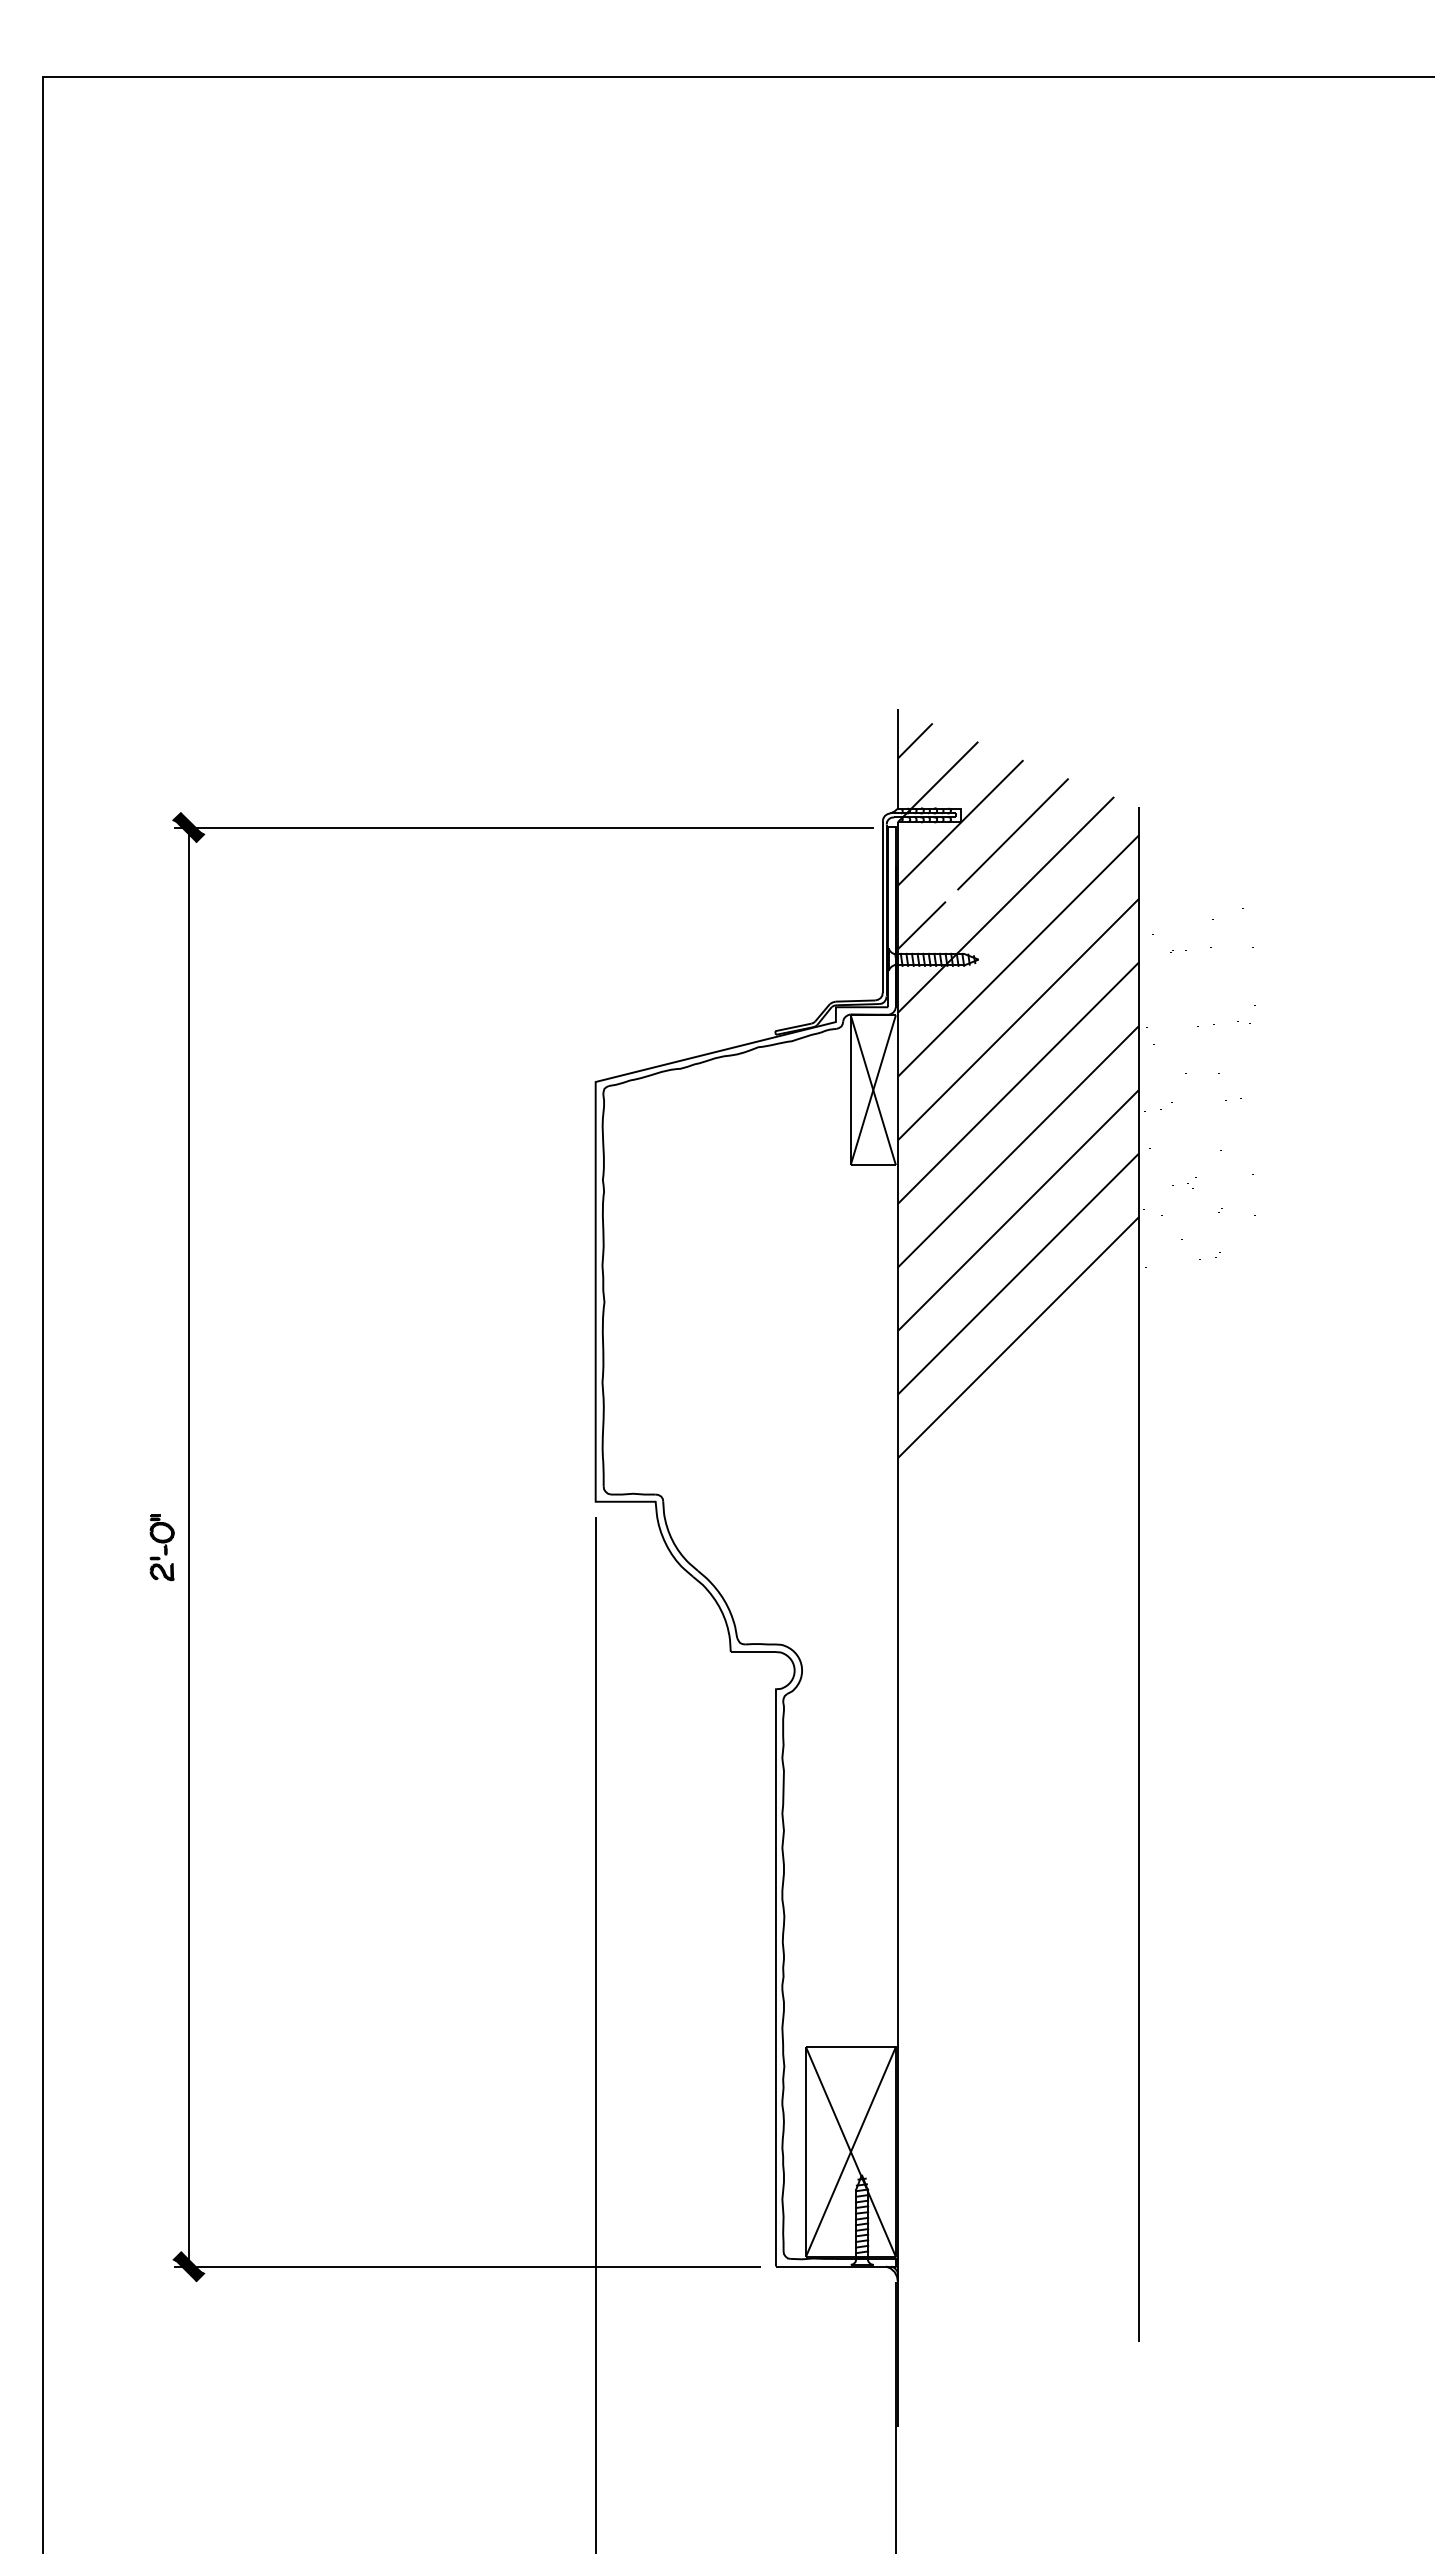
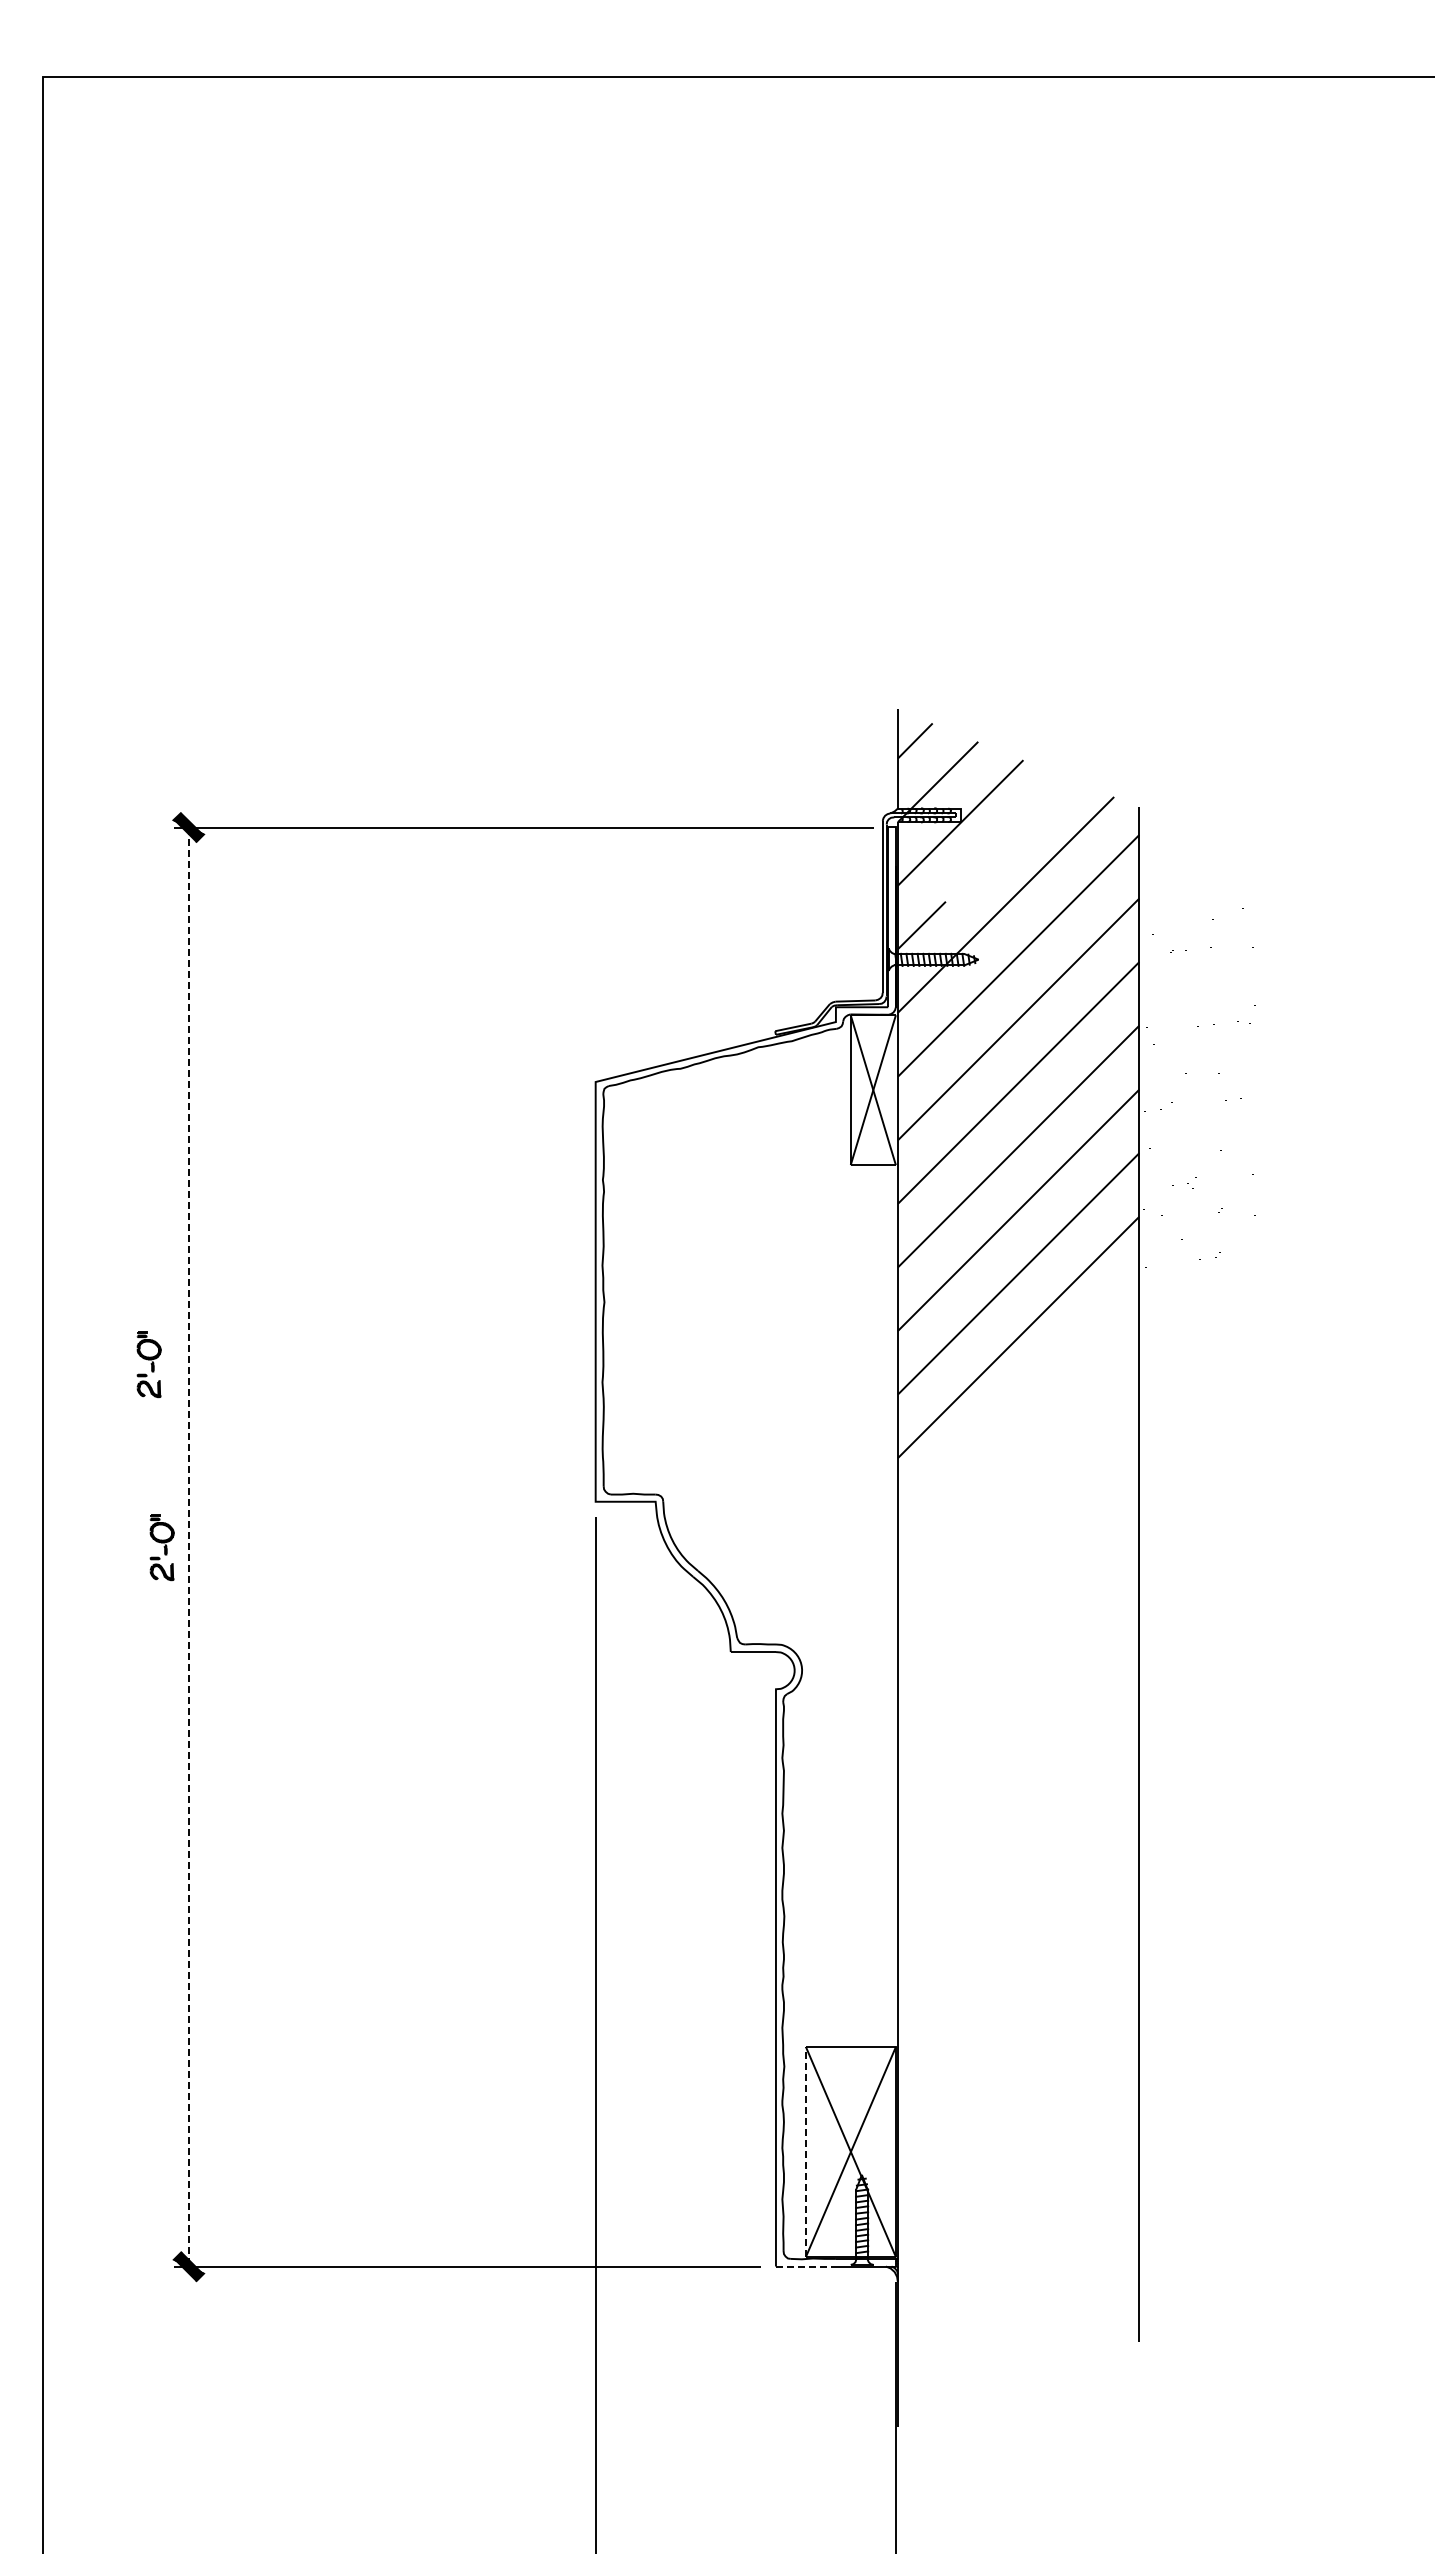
line at (1012, 834): present -> none
part at (148, 1364): none -> present
line at (188, 1547): solid -> dashed
line at (805, 2151): solid -> dashed
line at (805, 2266): solid -> dashed
